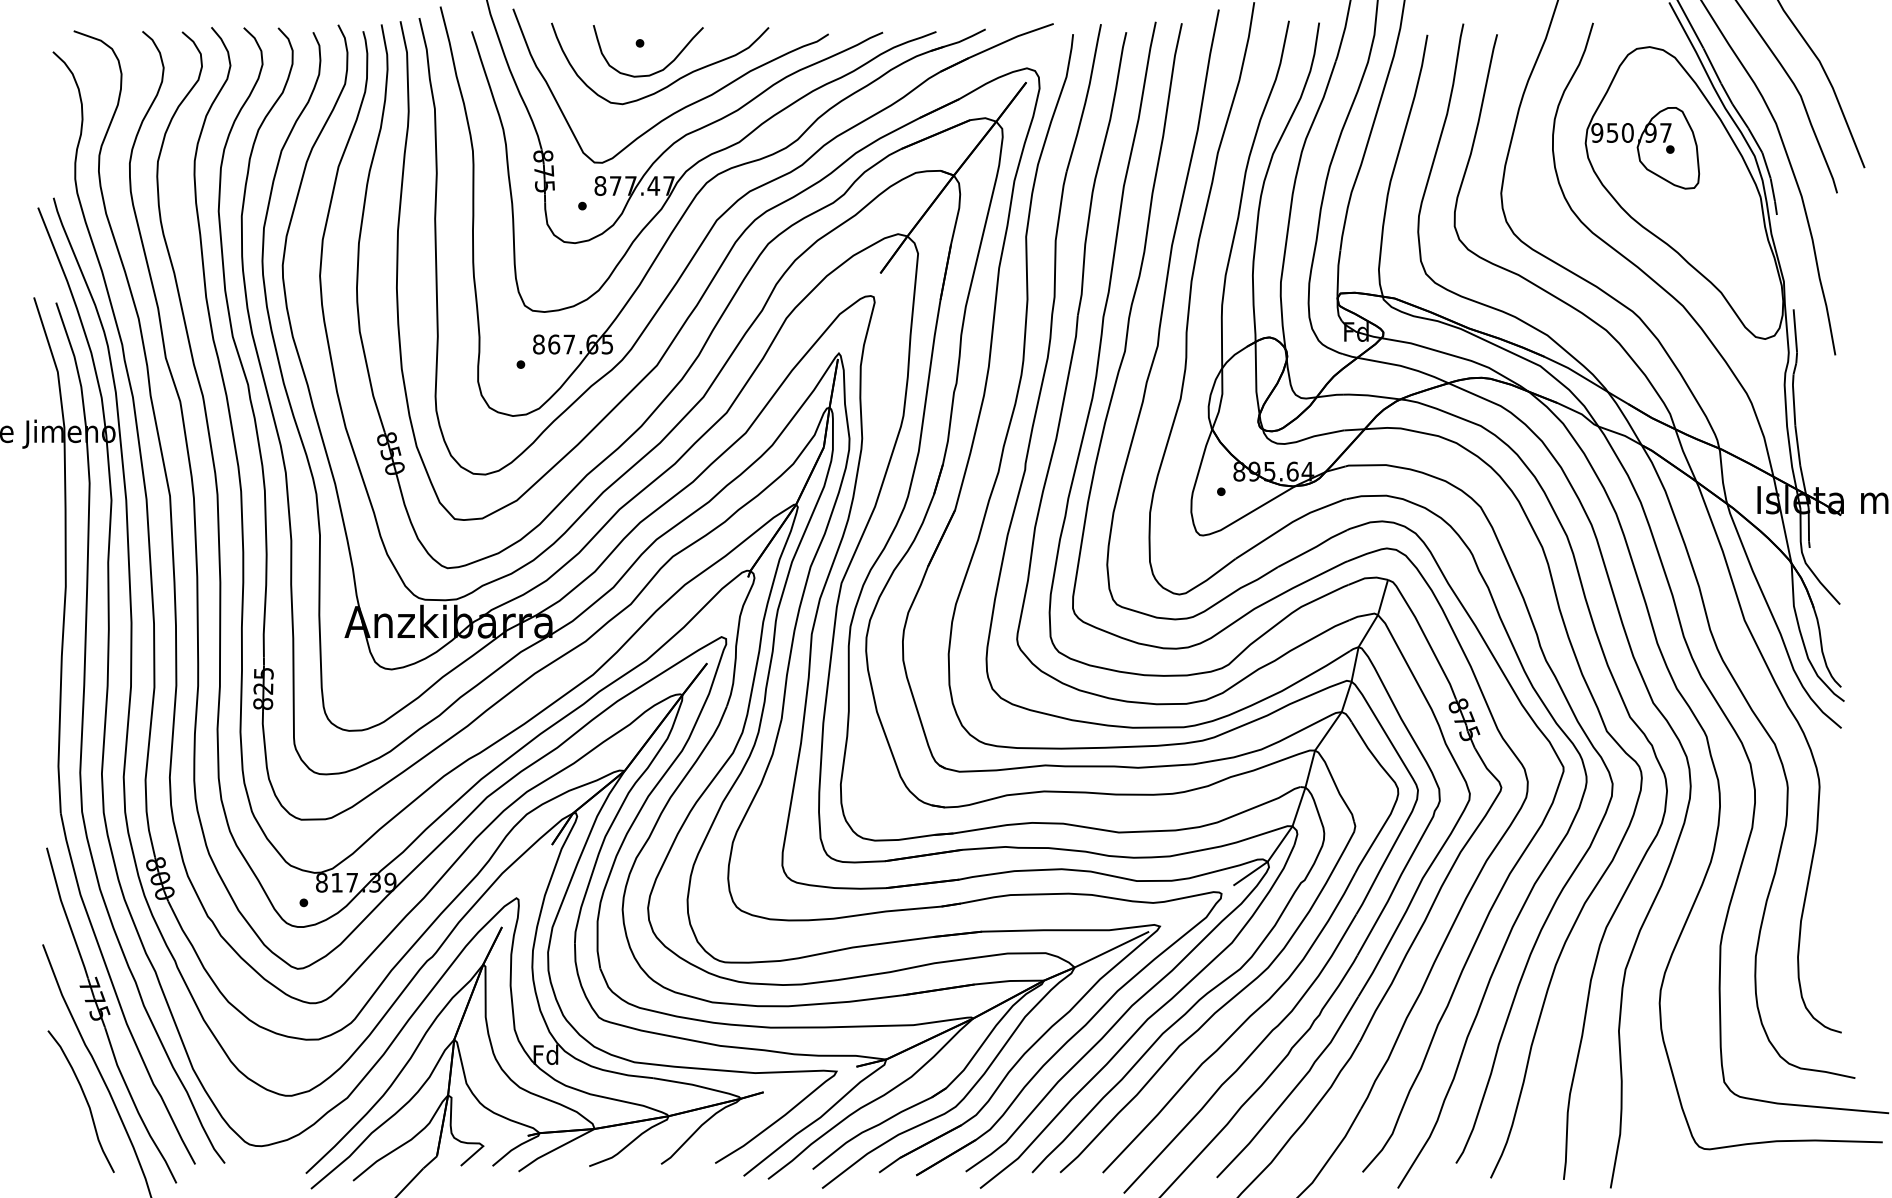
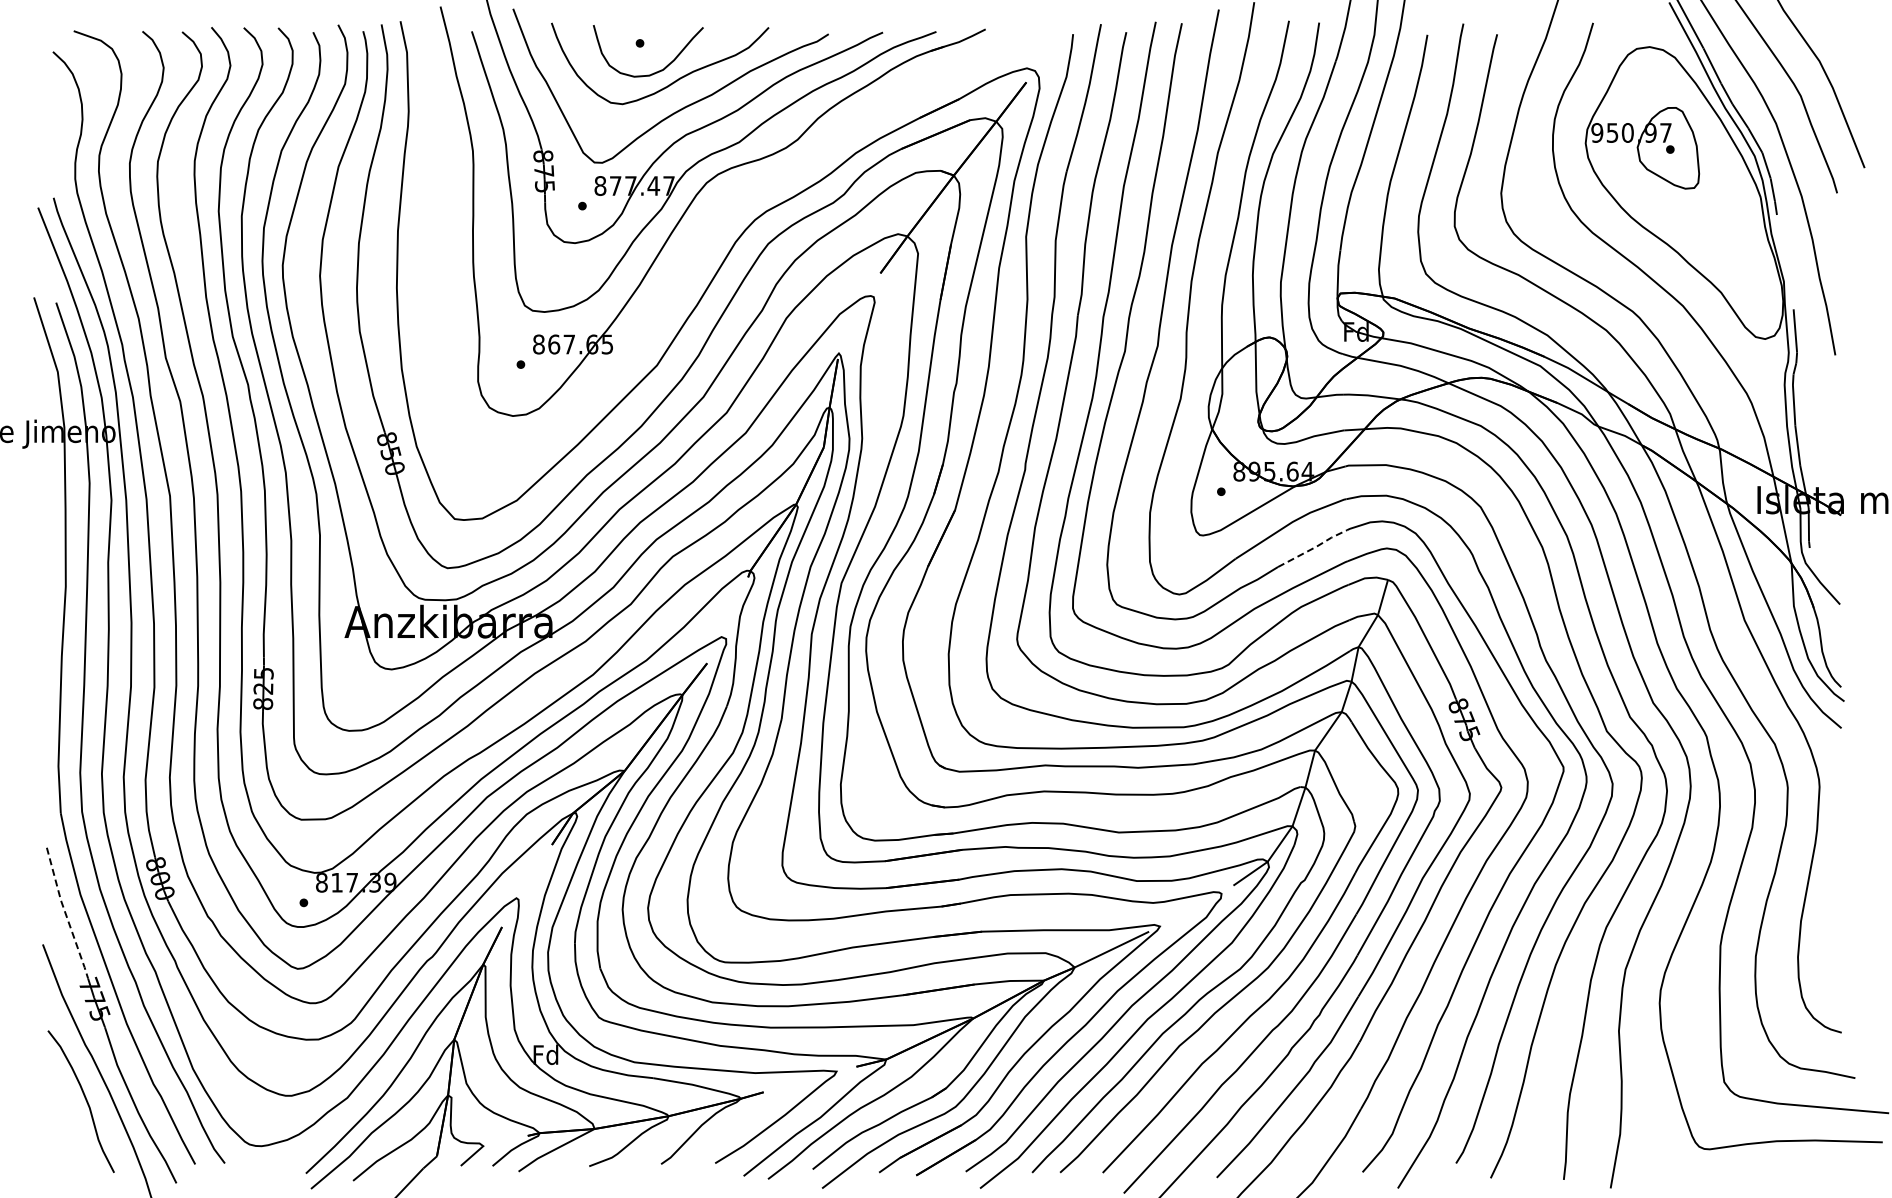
part at (712, 229): present -> none
line at (1314, 548): solid -> dashed
line at (65, 914): solid -> dashed
